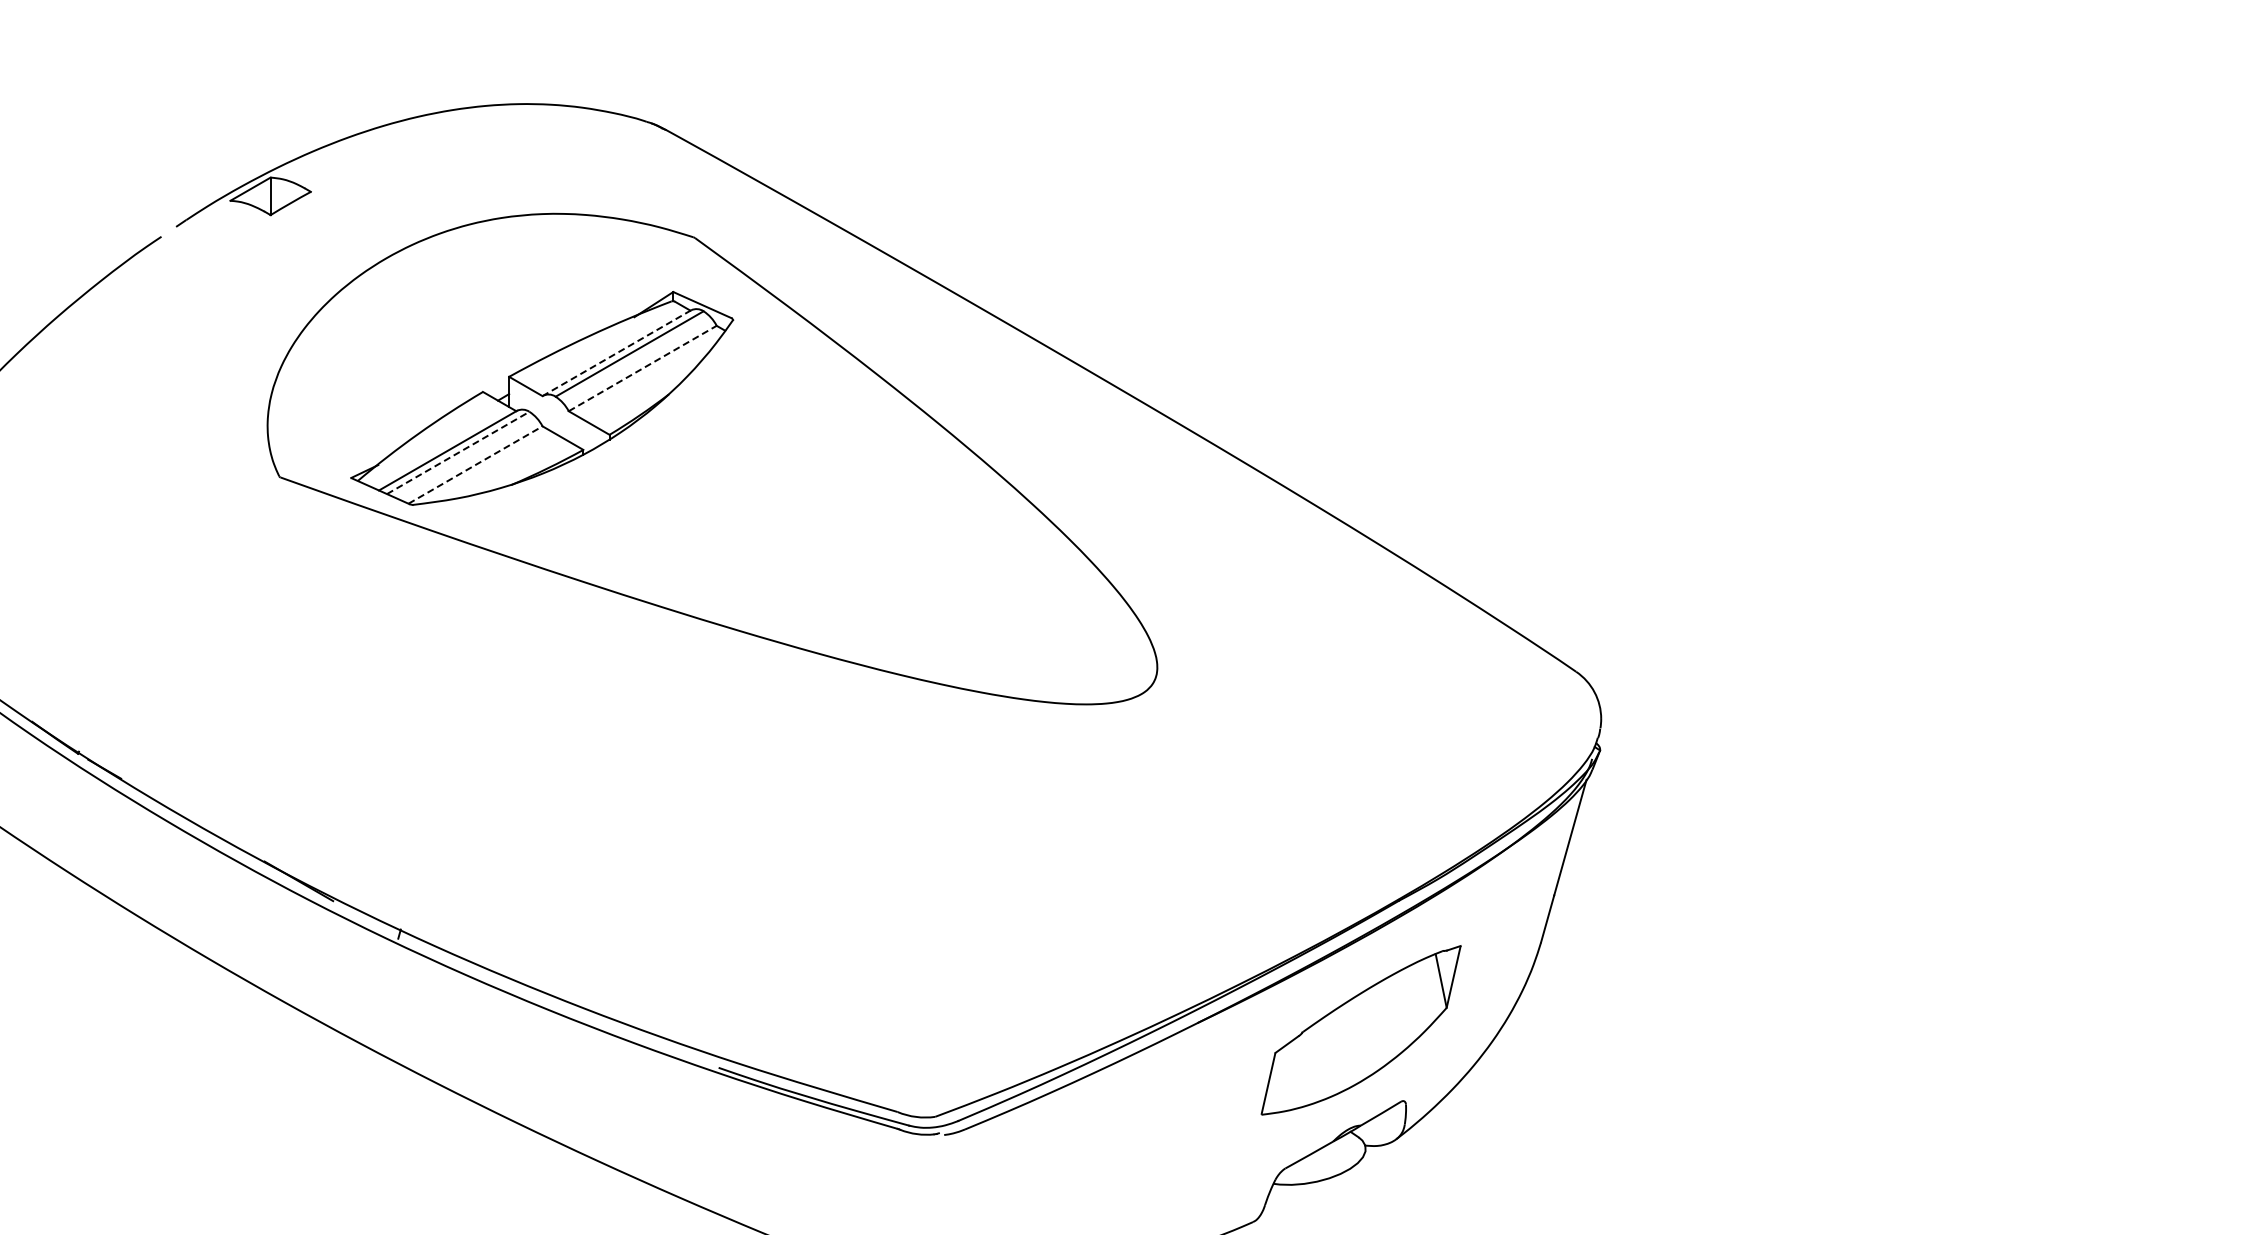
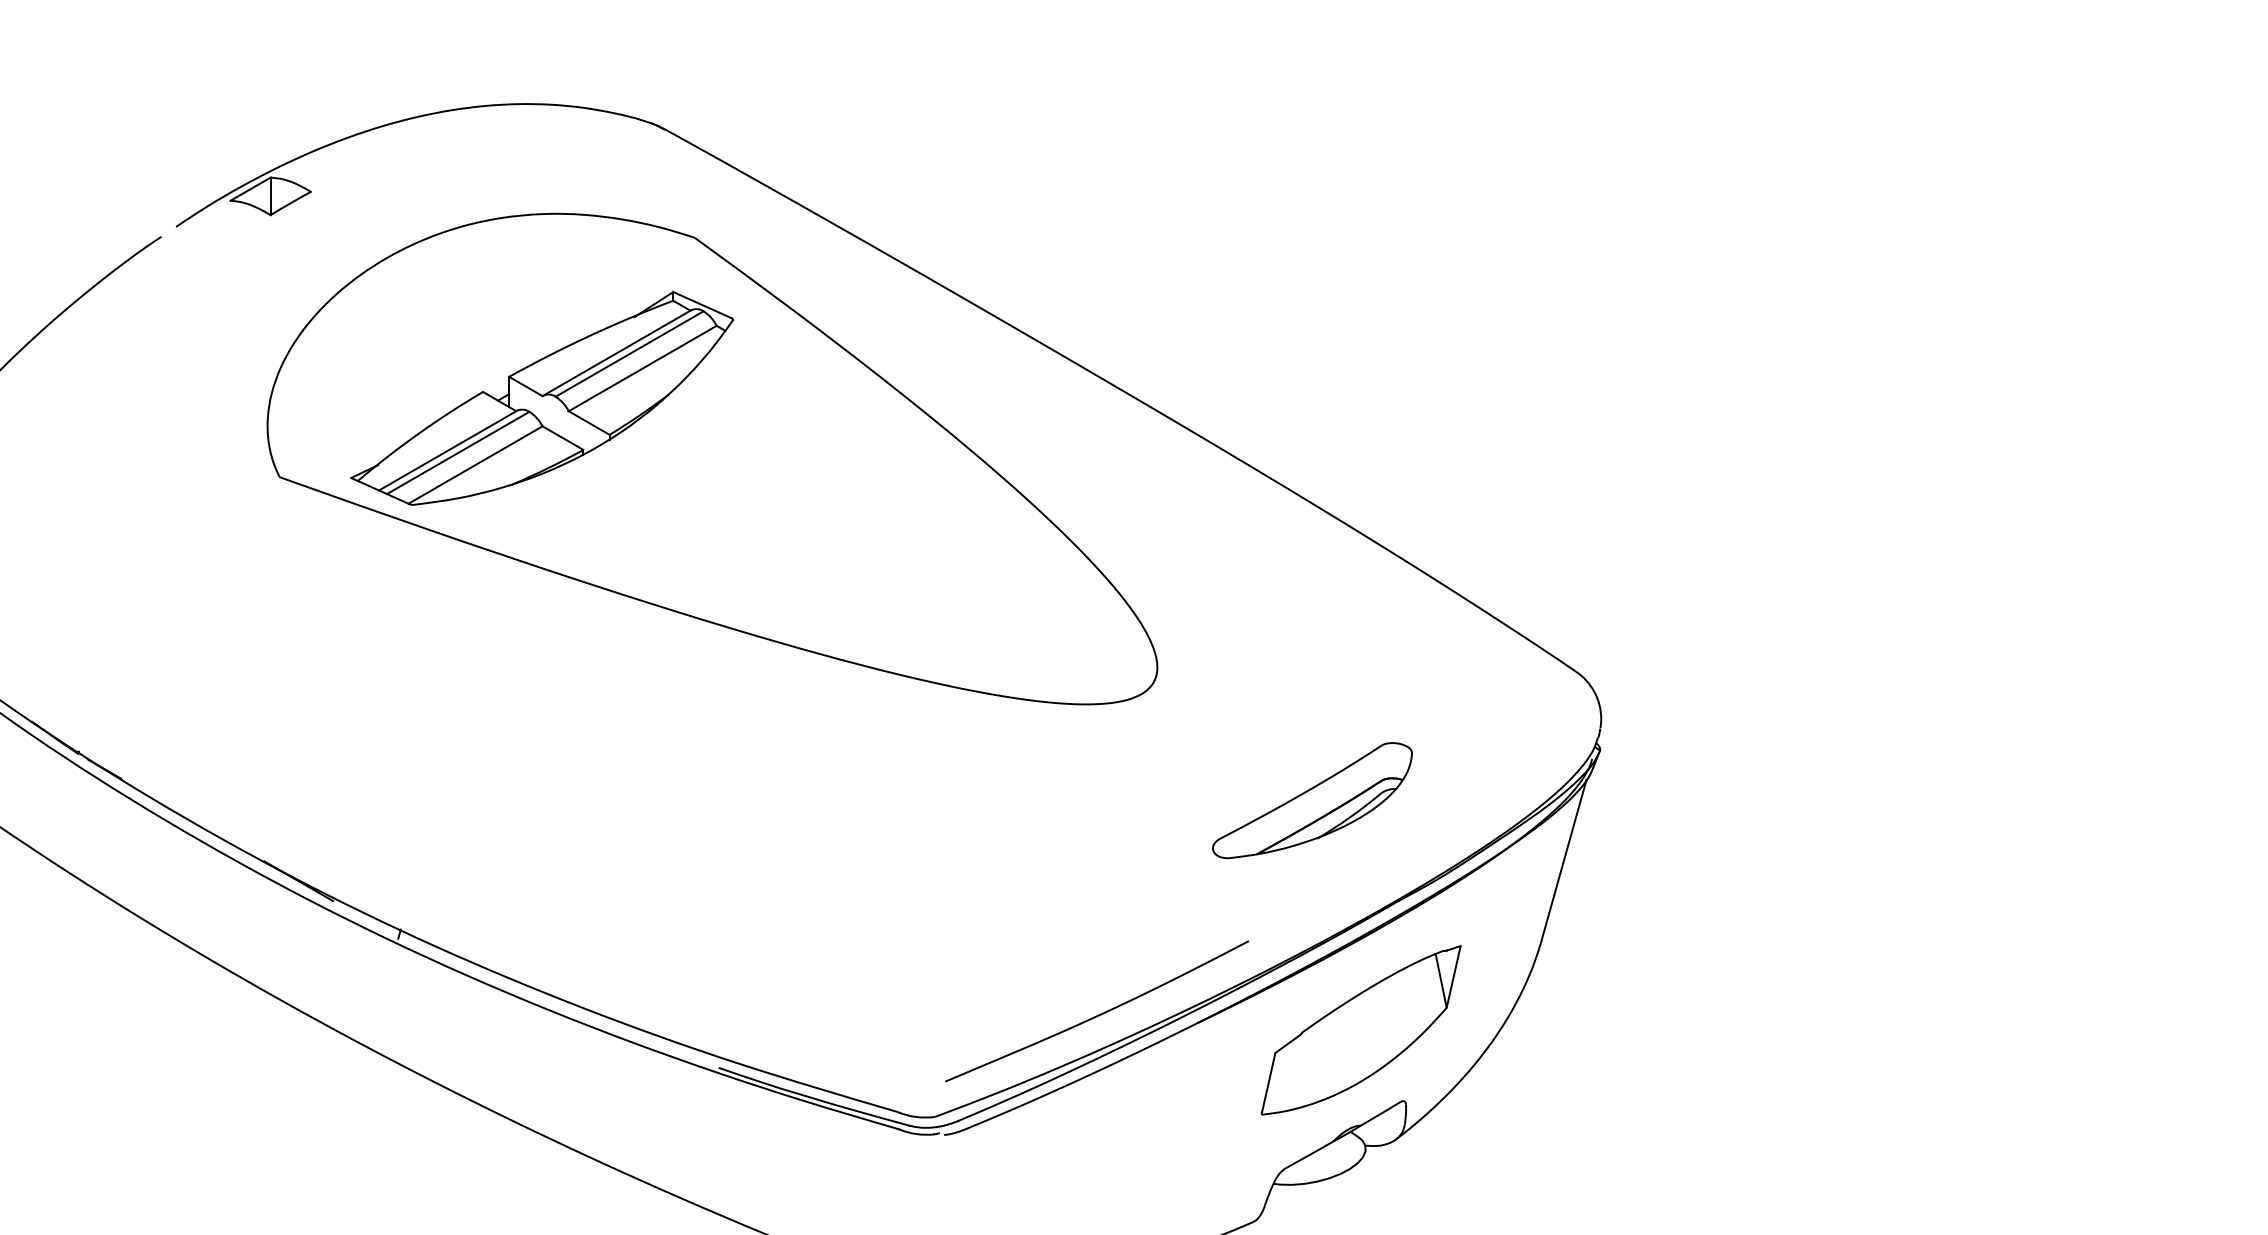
line at (616, 353): dashed -> solid
line at (643, 368): dashed -> solid
line at (458, 452): dashed -> solid
line at (475, 464): dashed -> solid
part at (1312, 800): none -> present
curve at (1098, 1014): none -> present
